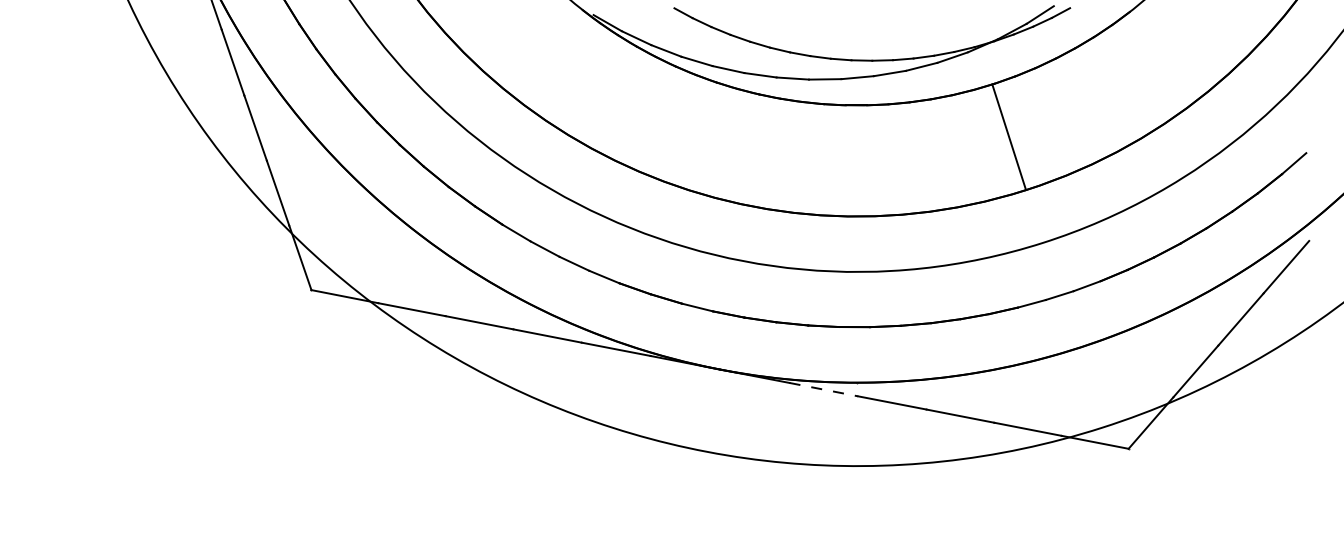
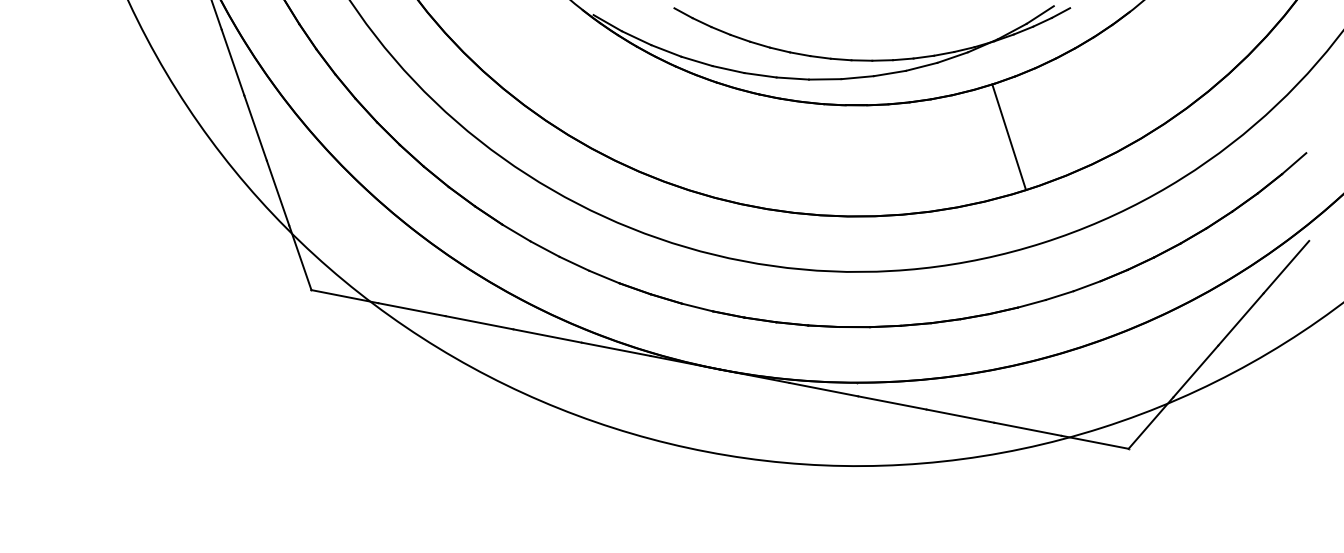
line at (824, 389): dashed -> solid
